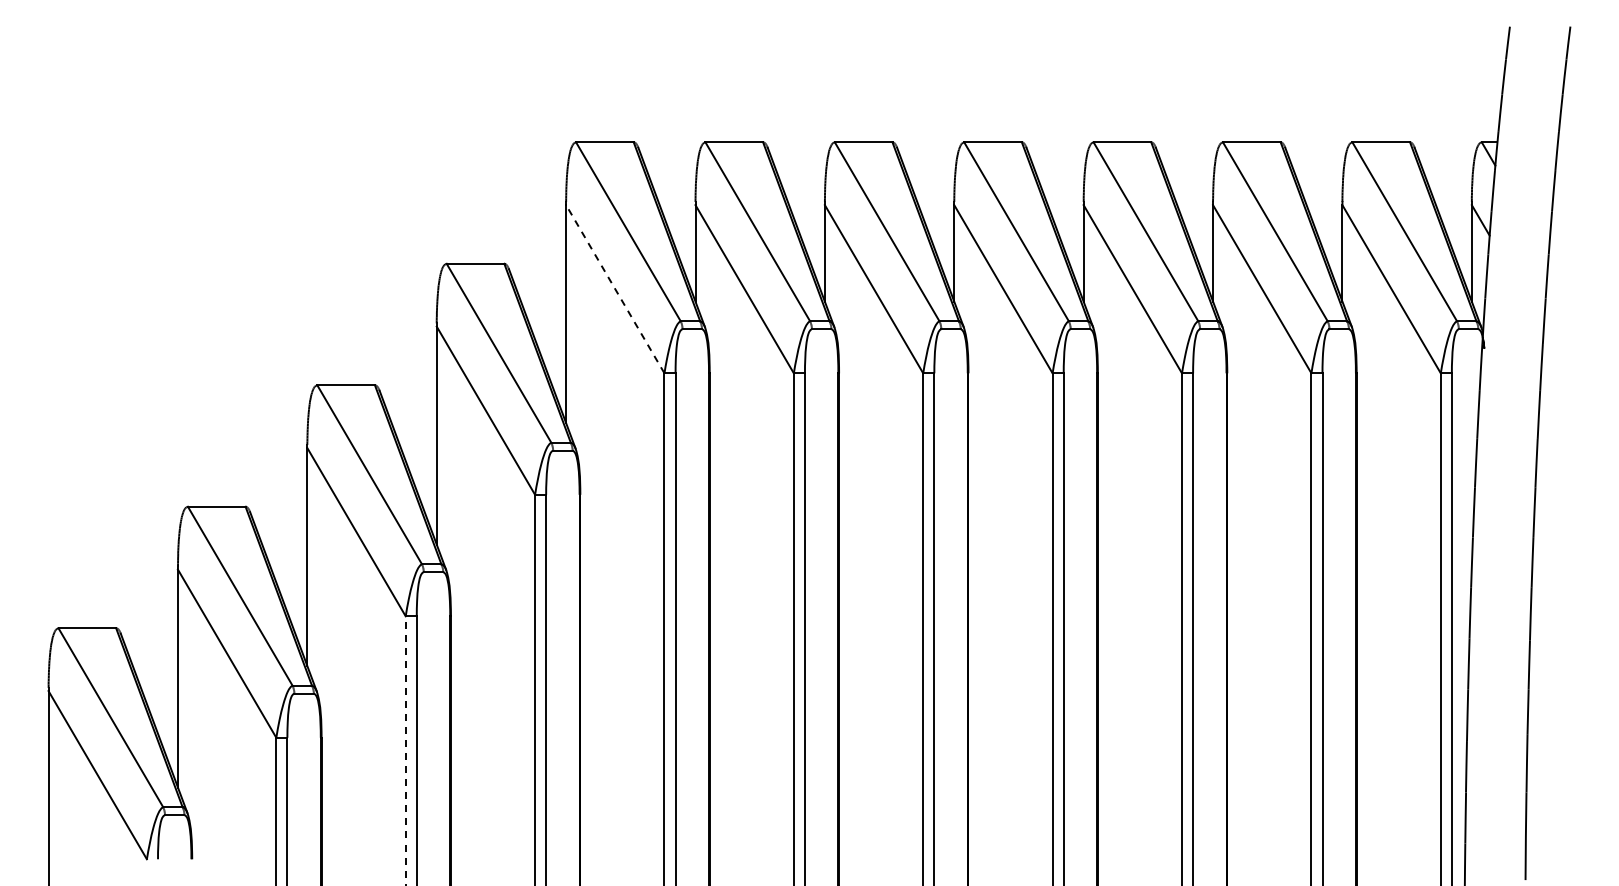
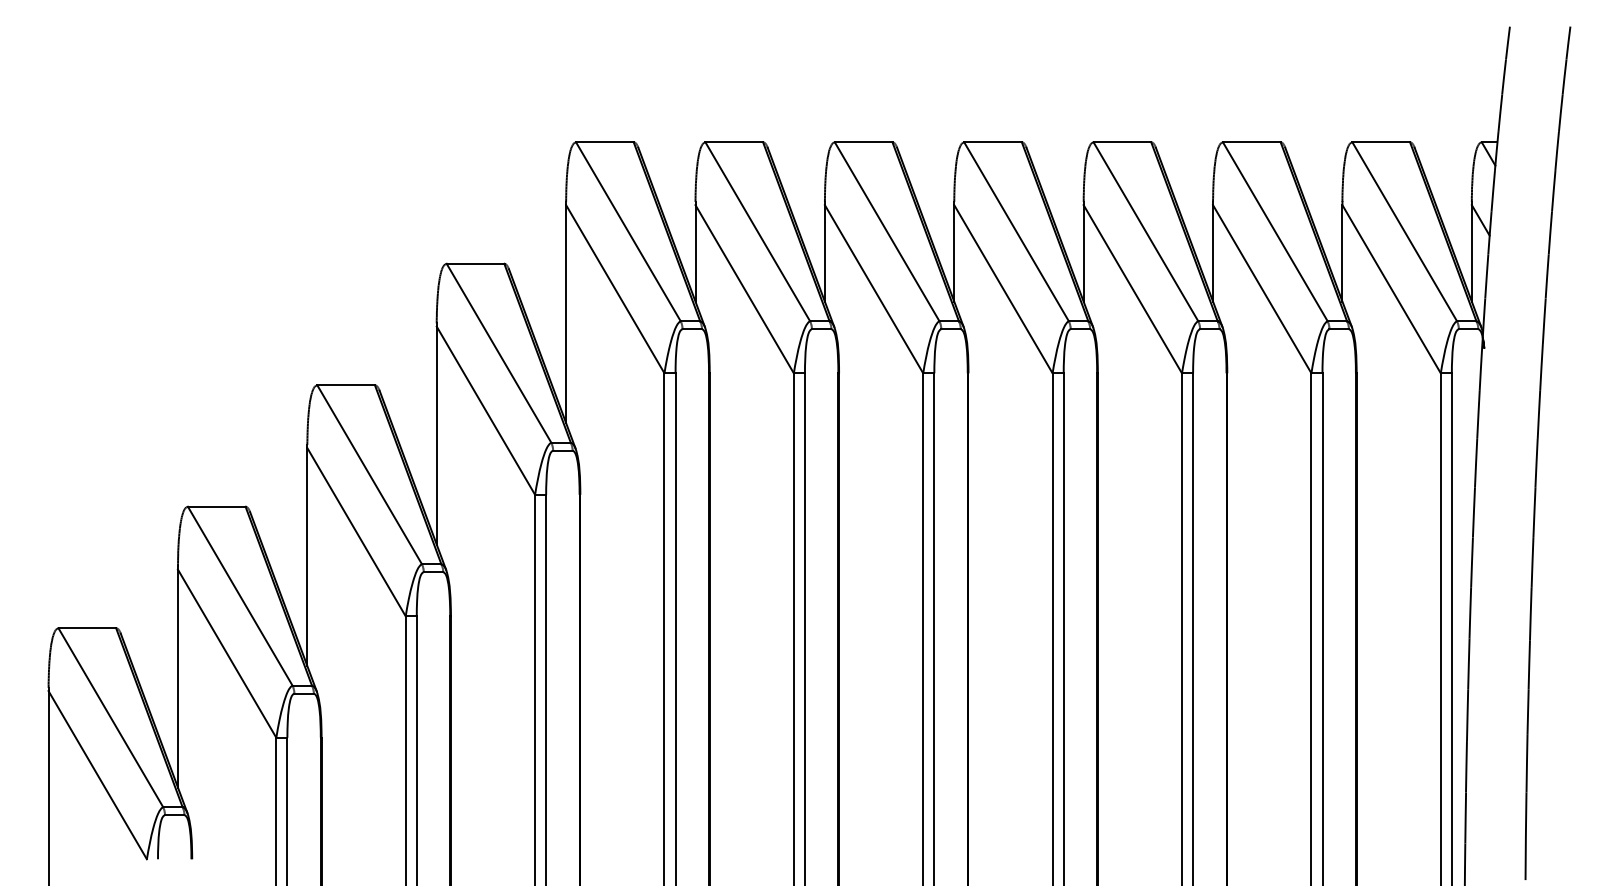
line at (615, 288): dashed -> solid
line at (405, 750): dashed -> solid
